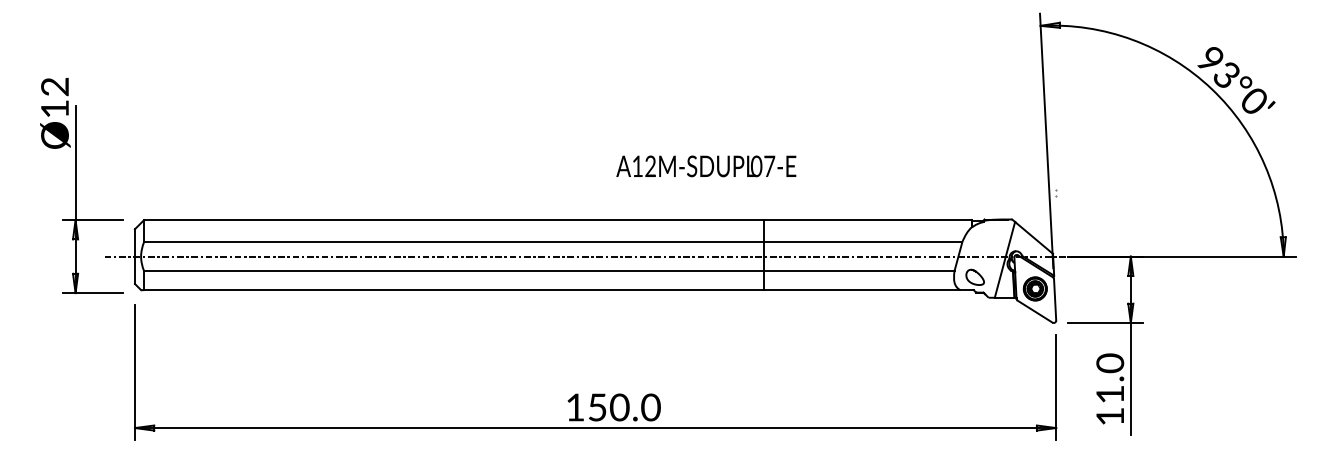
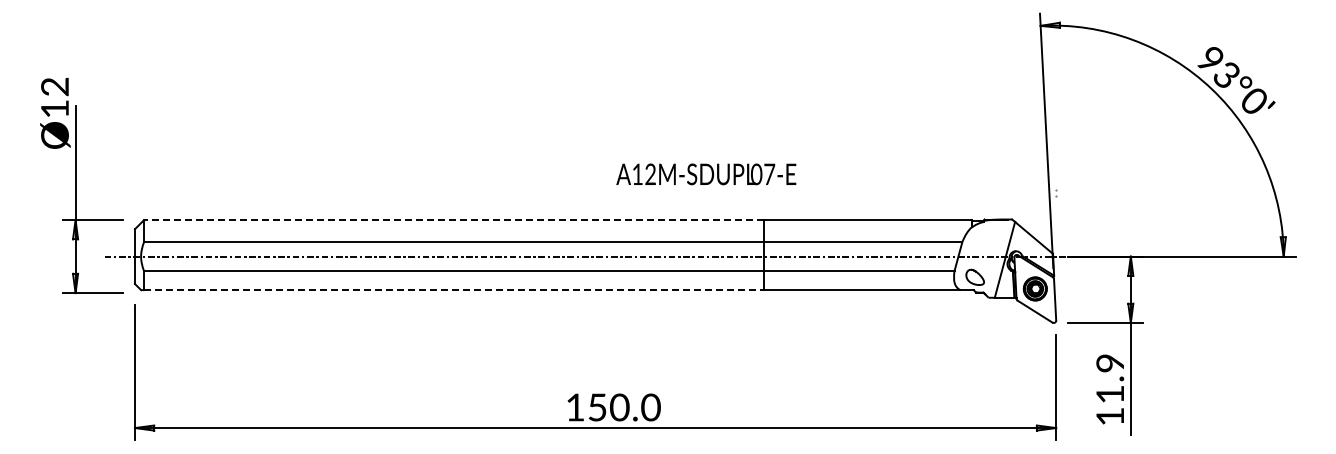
text at (706, 166) position: (706, 166) -> (706, 174)
line at (453, 220): solid -> dashed
line at (454, 290): solid -> dashed
text at (1110, 363): 11.0 -> 11.9
